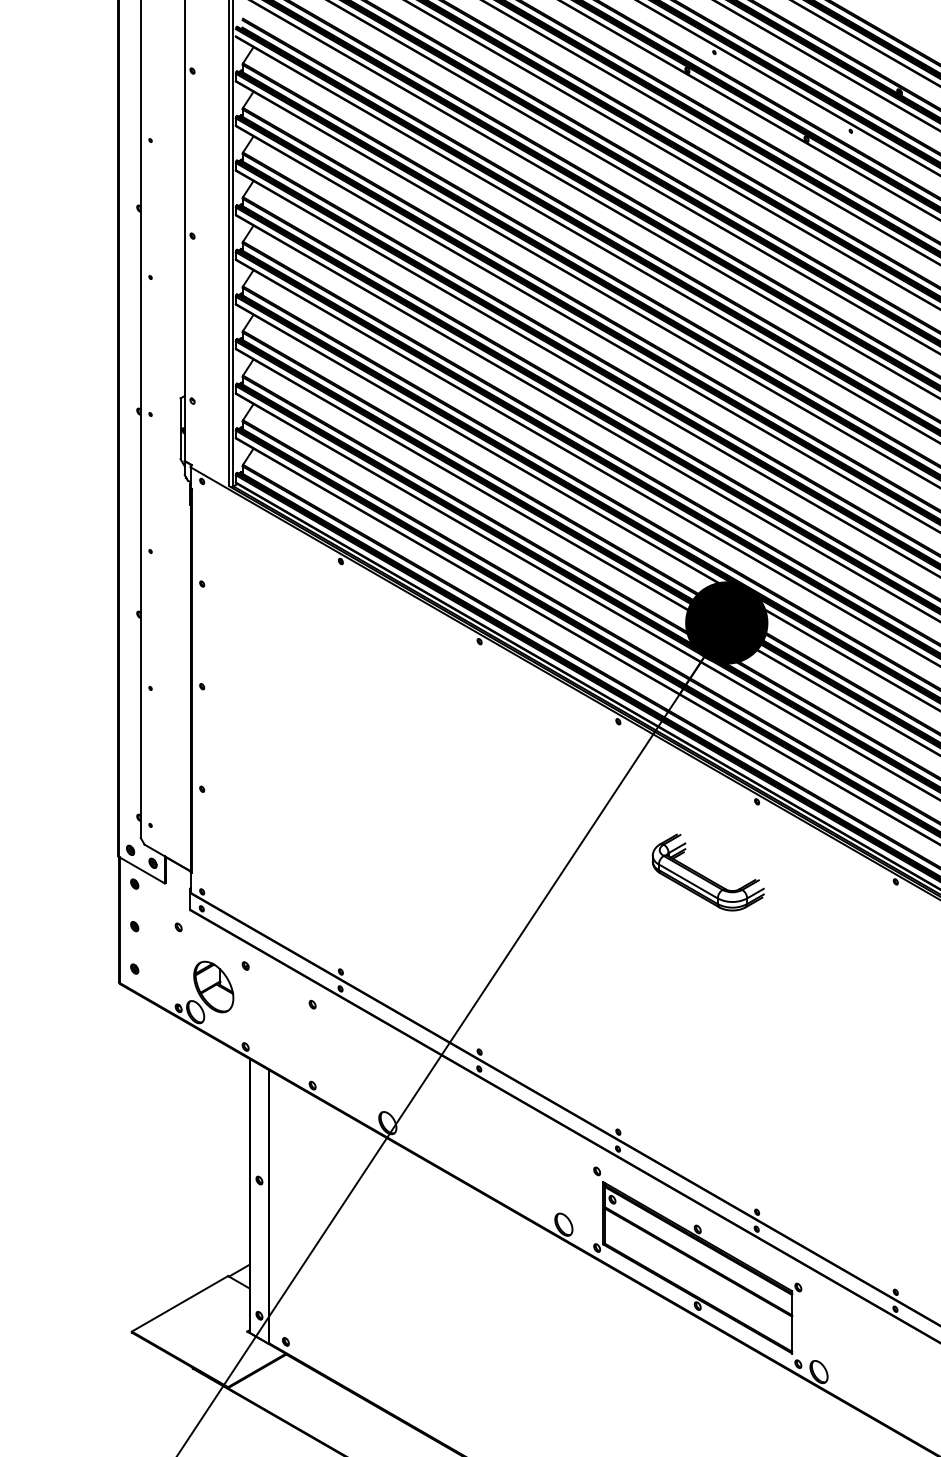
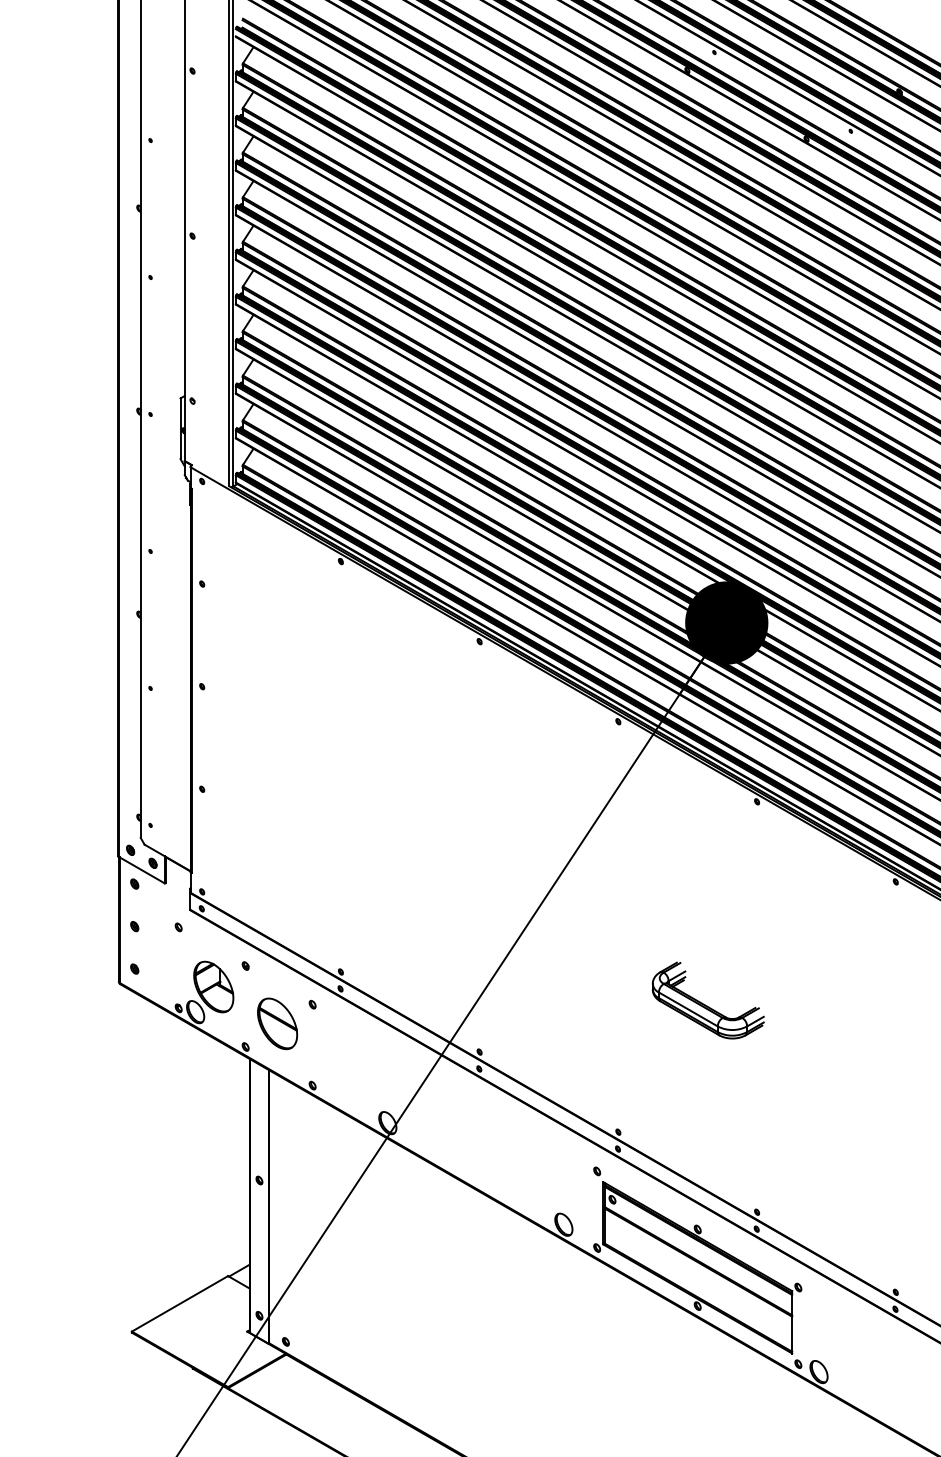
part at (707, 872) position: (707, 872) -> (707, 1000)
part at (277, 1023): none -> present
